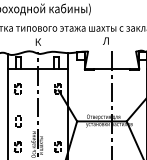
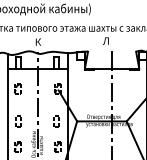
part at (56, 121): none -> present
